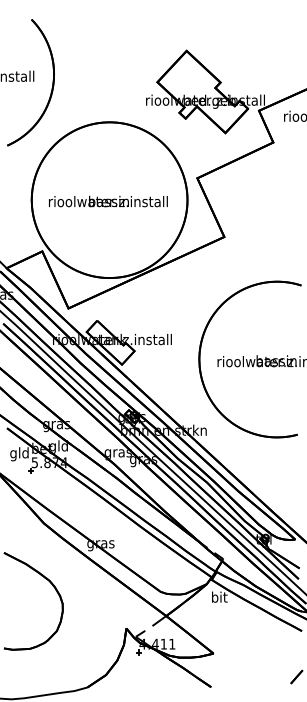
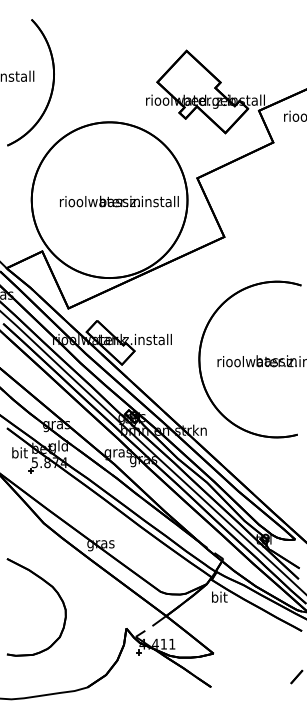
text at (108, 201) position: (108, 201) -> (119, 201)
text at (19, 454): gld -> bit
part at (52, 586) position: (52, 586) -> (55, 592)
